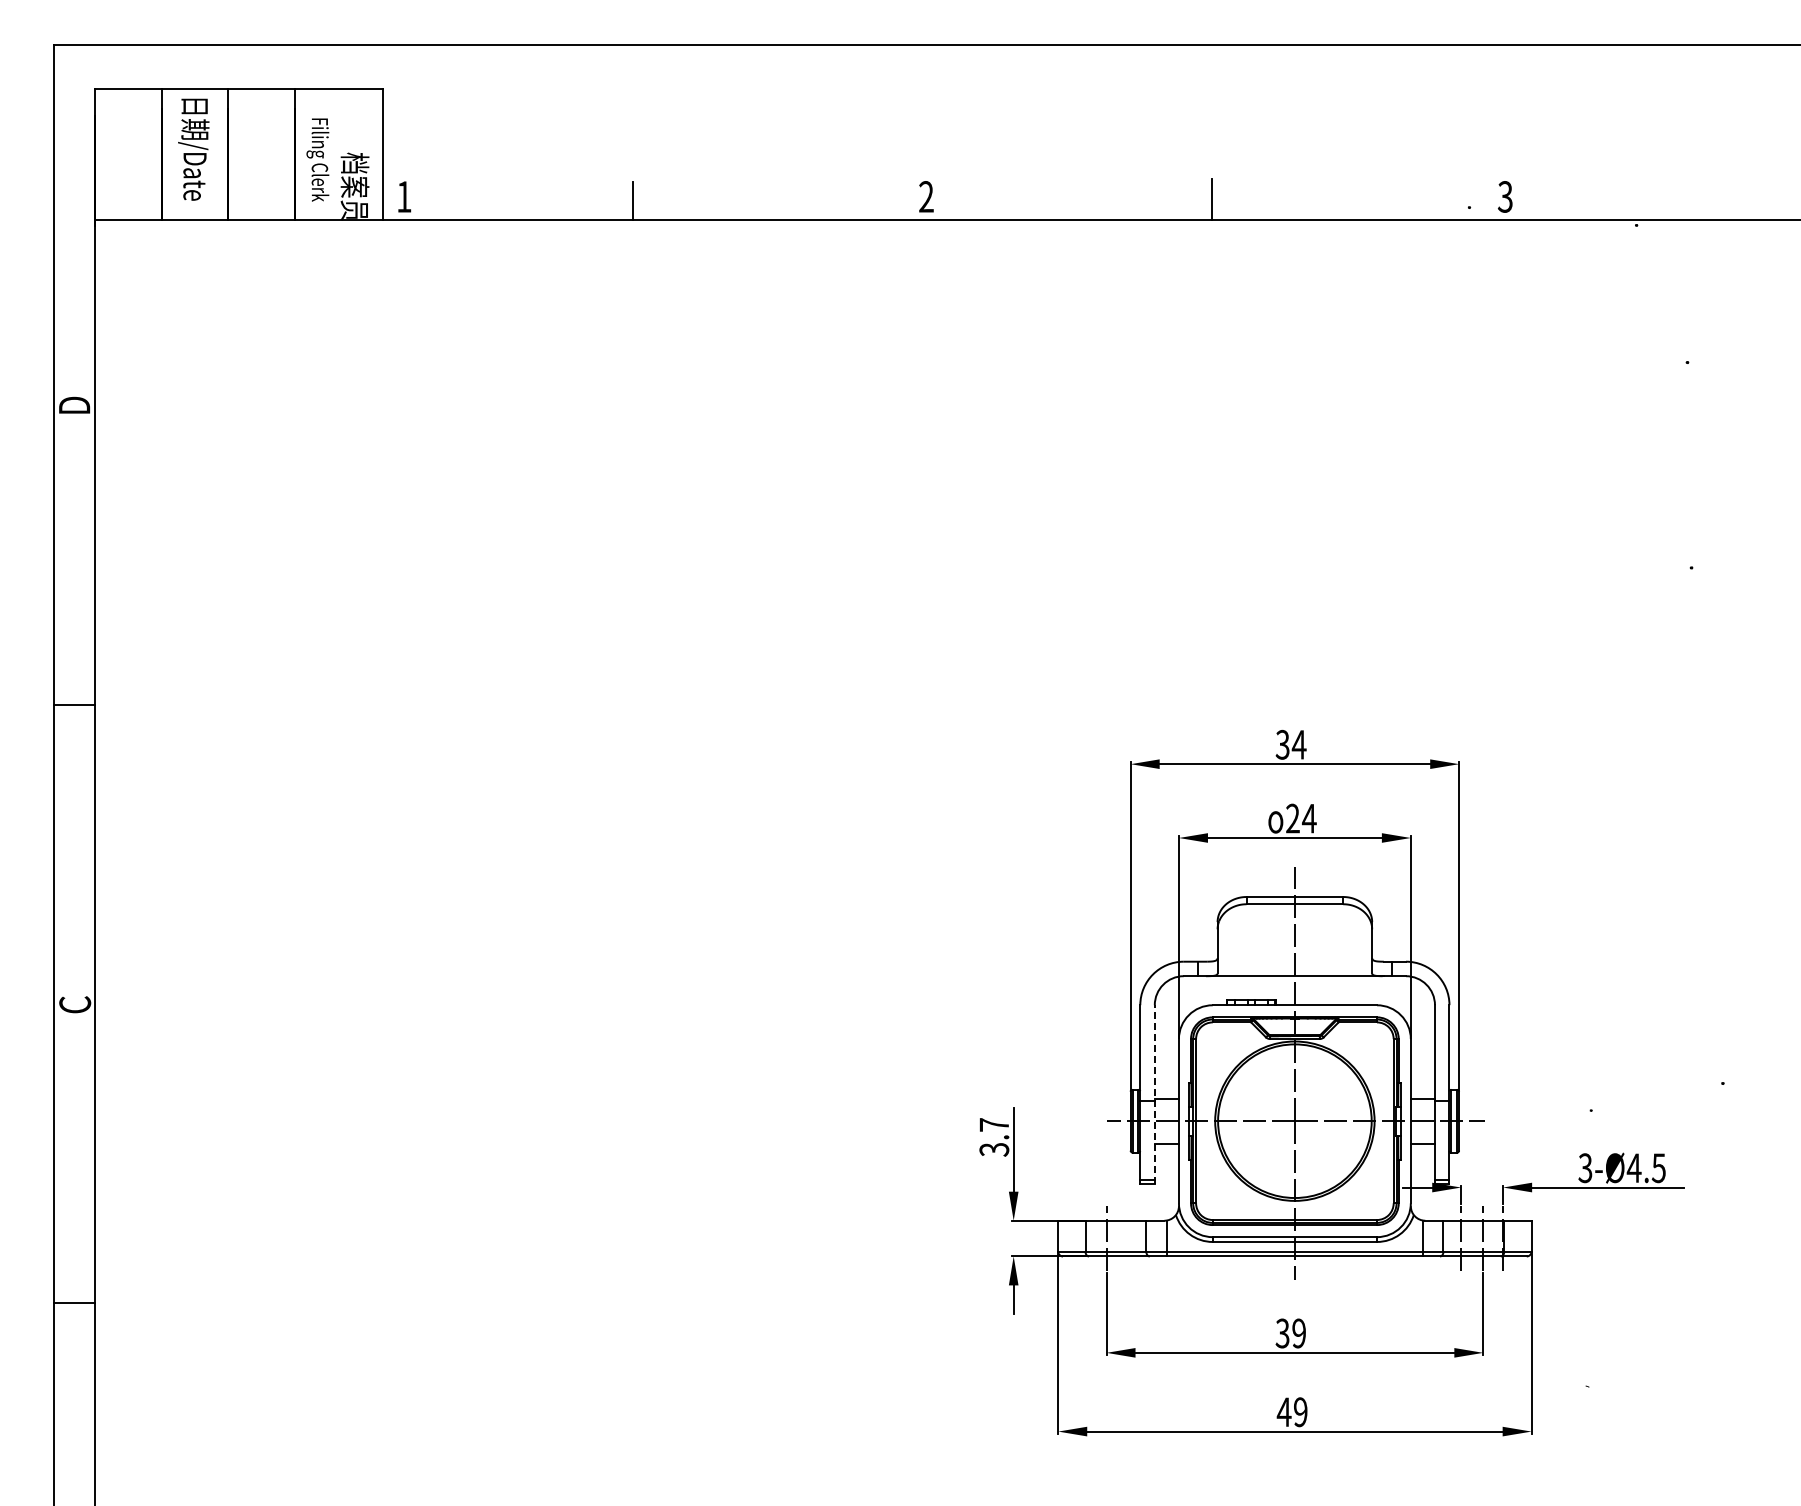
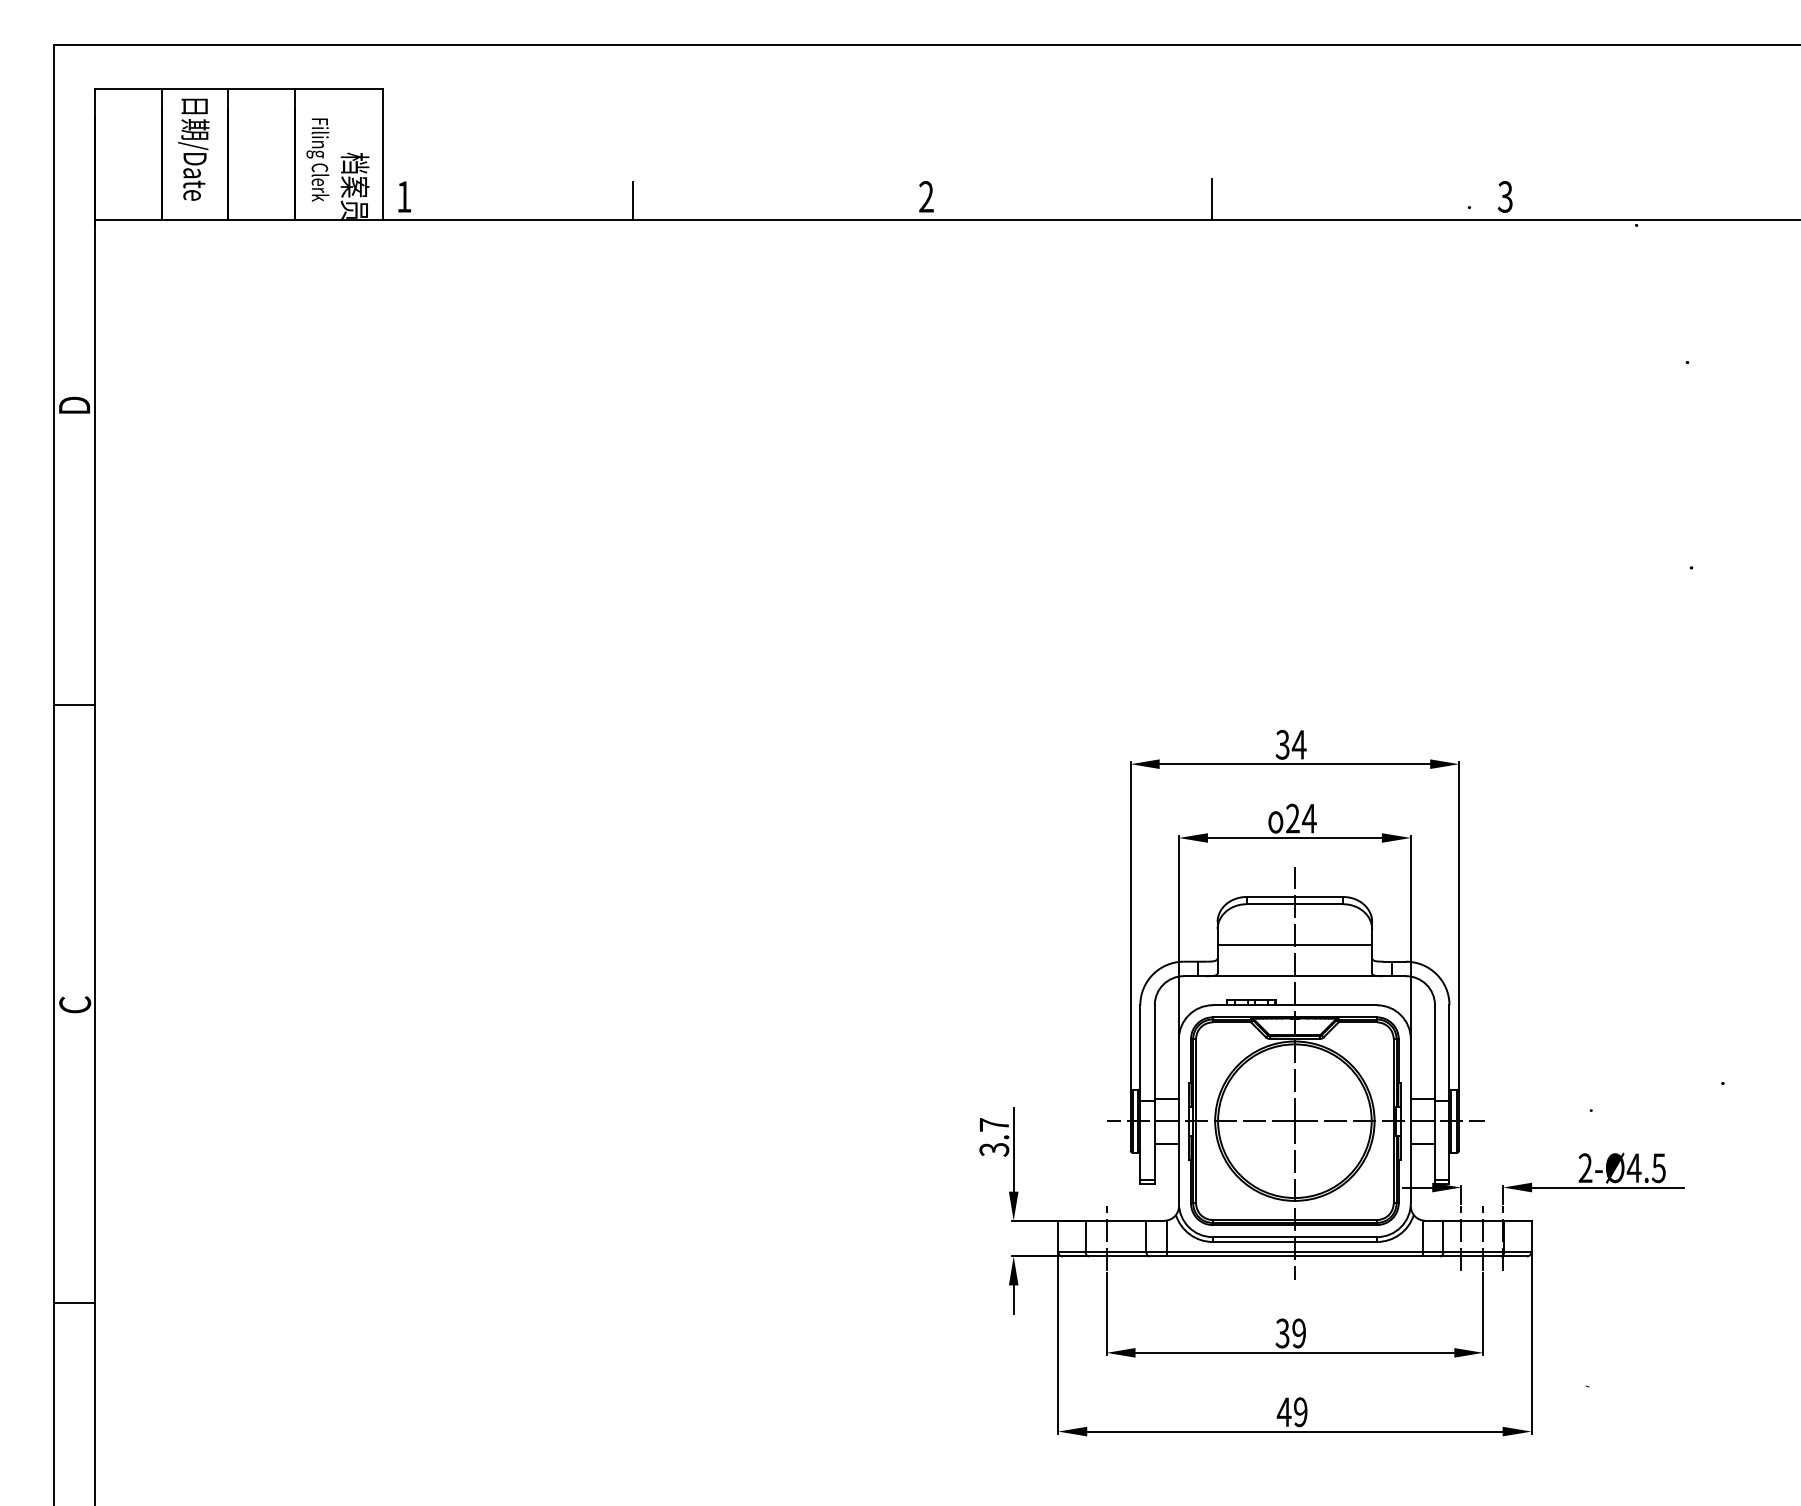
line at (1294, 944): none -> present
line at (1154, 1094): dashed -> solid
text at (1585, 1168): 3-Ø4.5 -> 2-Ø4.5
